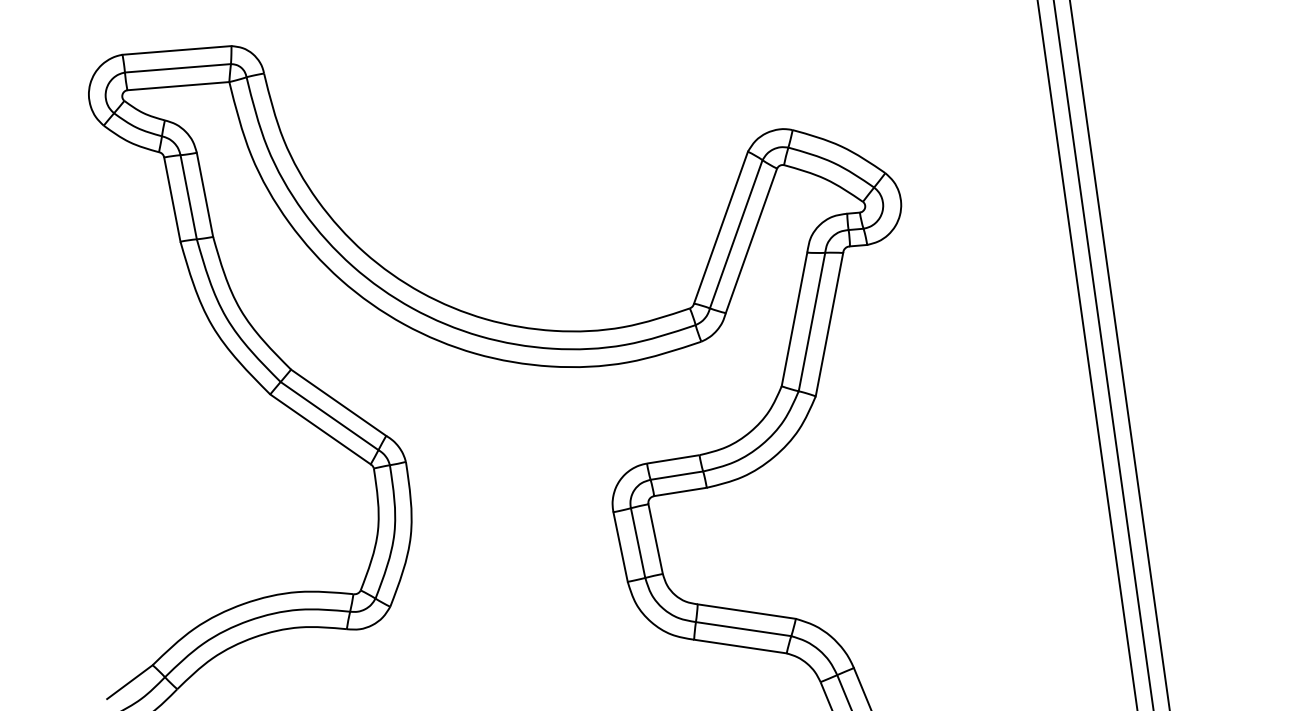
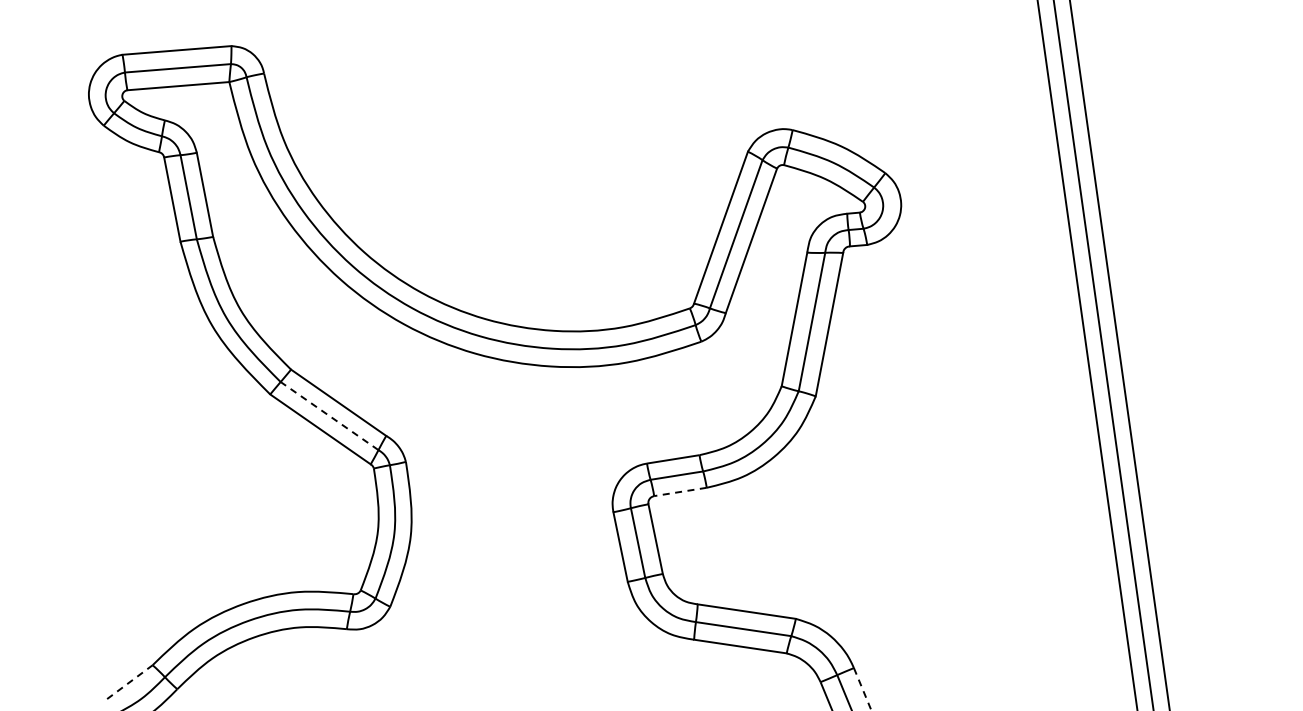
line at (329, 416): solid -> dashed
line at (680, 491): solid -> dashed
line at (130, 681): solid -> dashed
line at (862, 689): solid -> dashed
